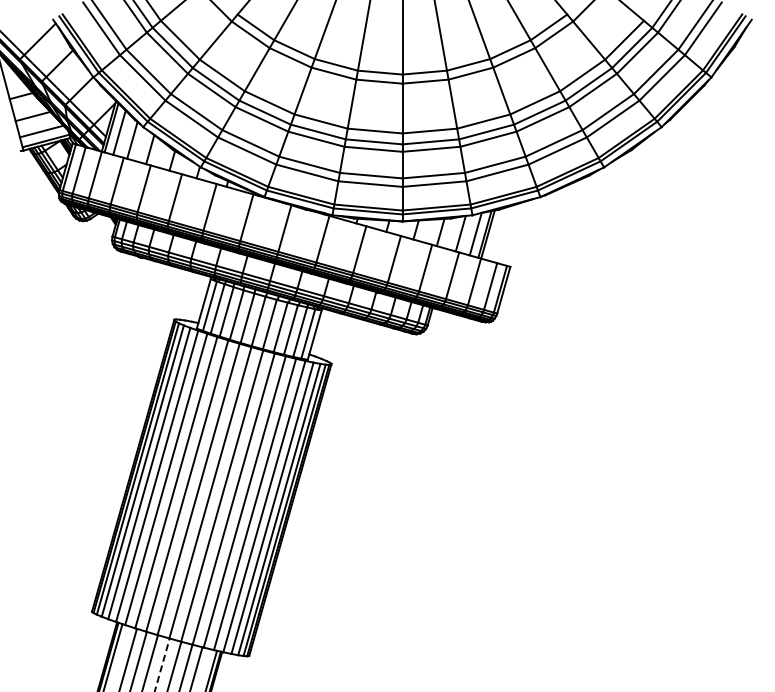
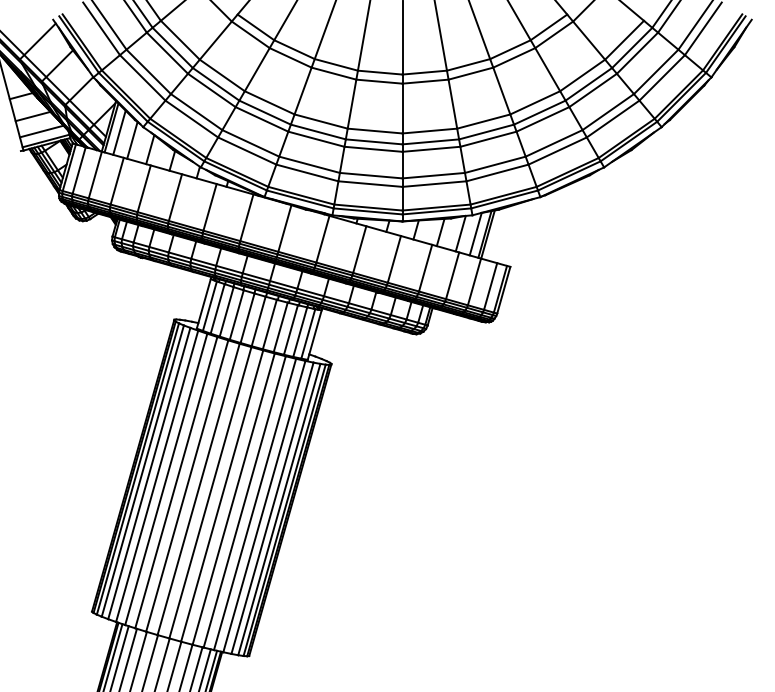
line at (119, 657): none -> present
line at (162, 664): dashed -> solid
line at (204, 668): none -> present
